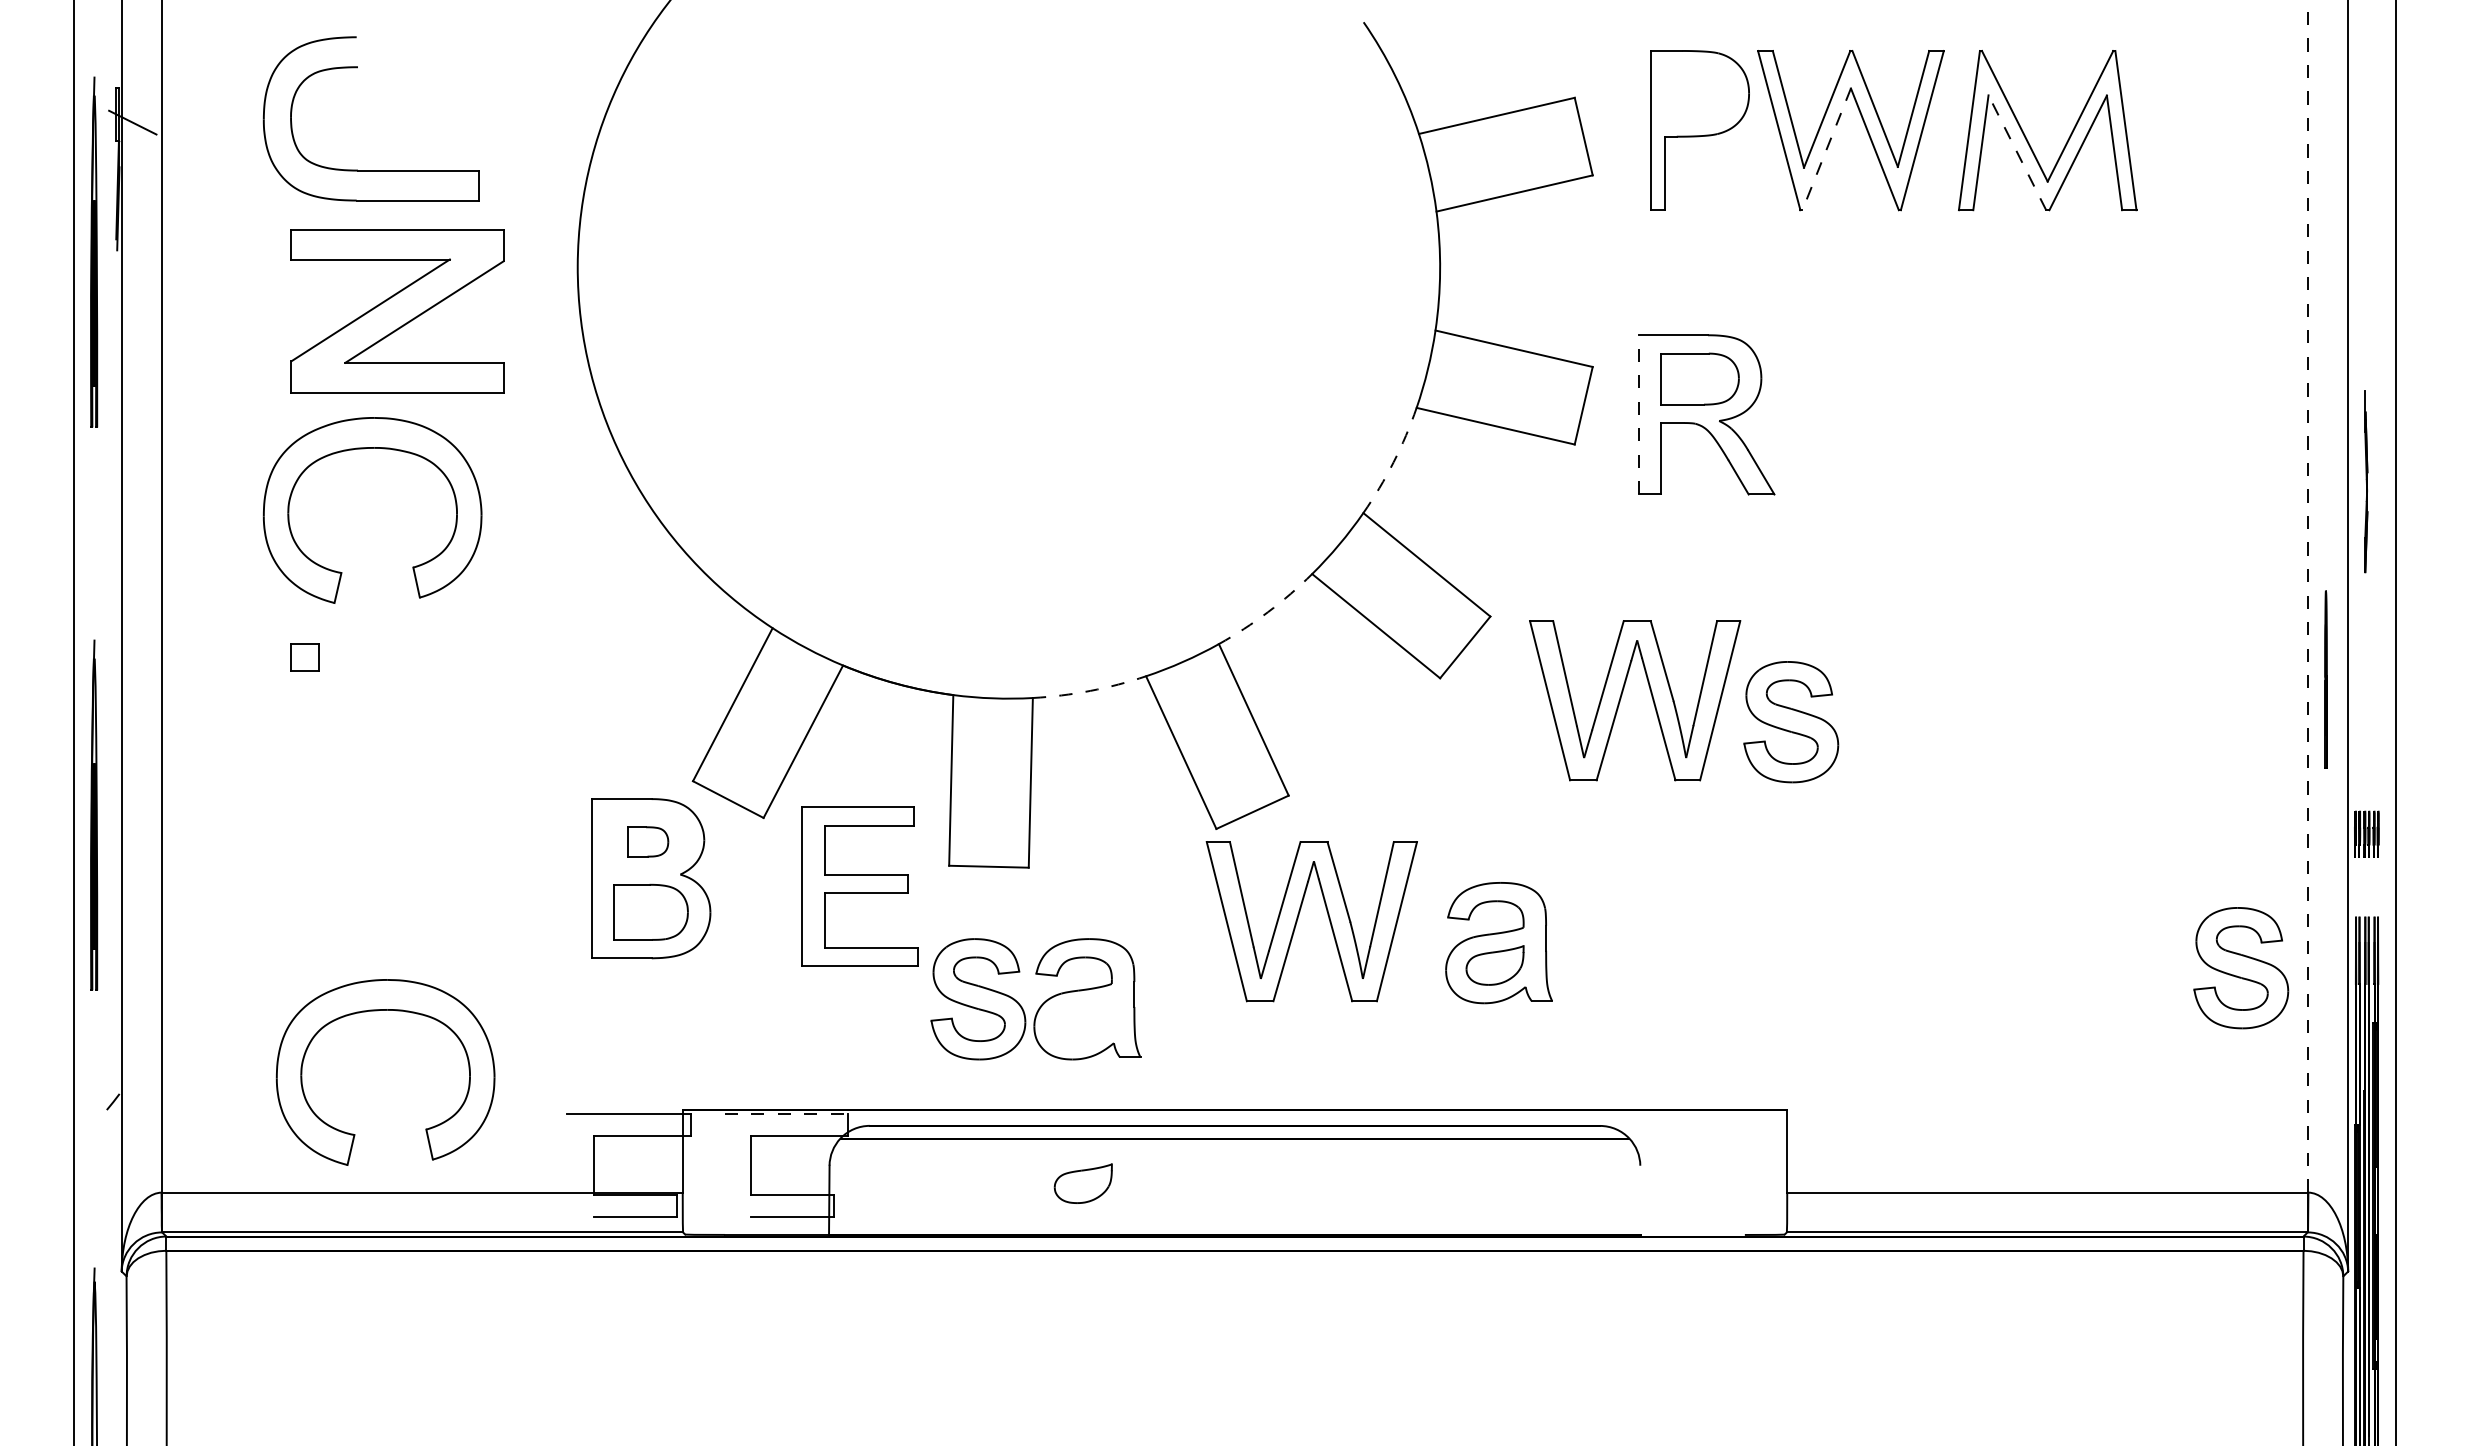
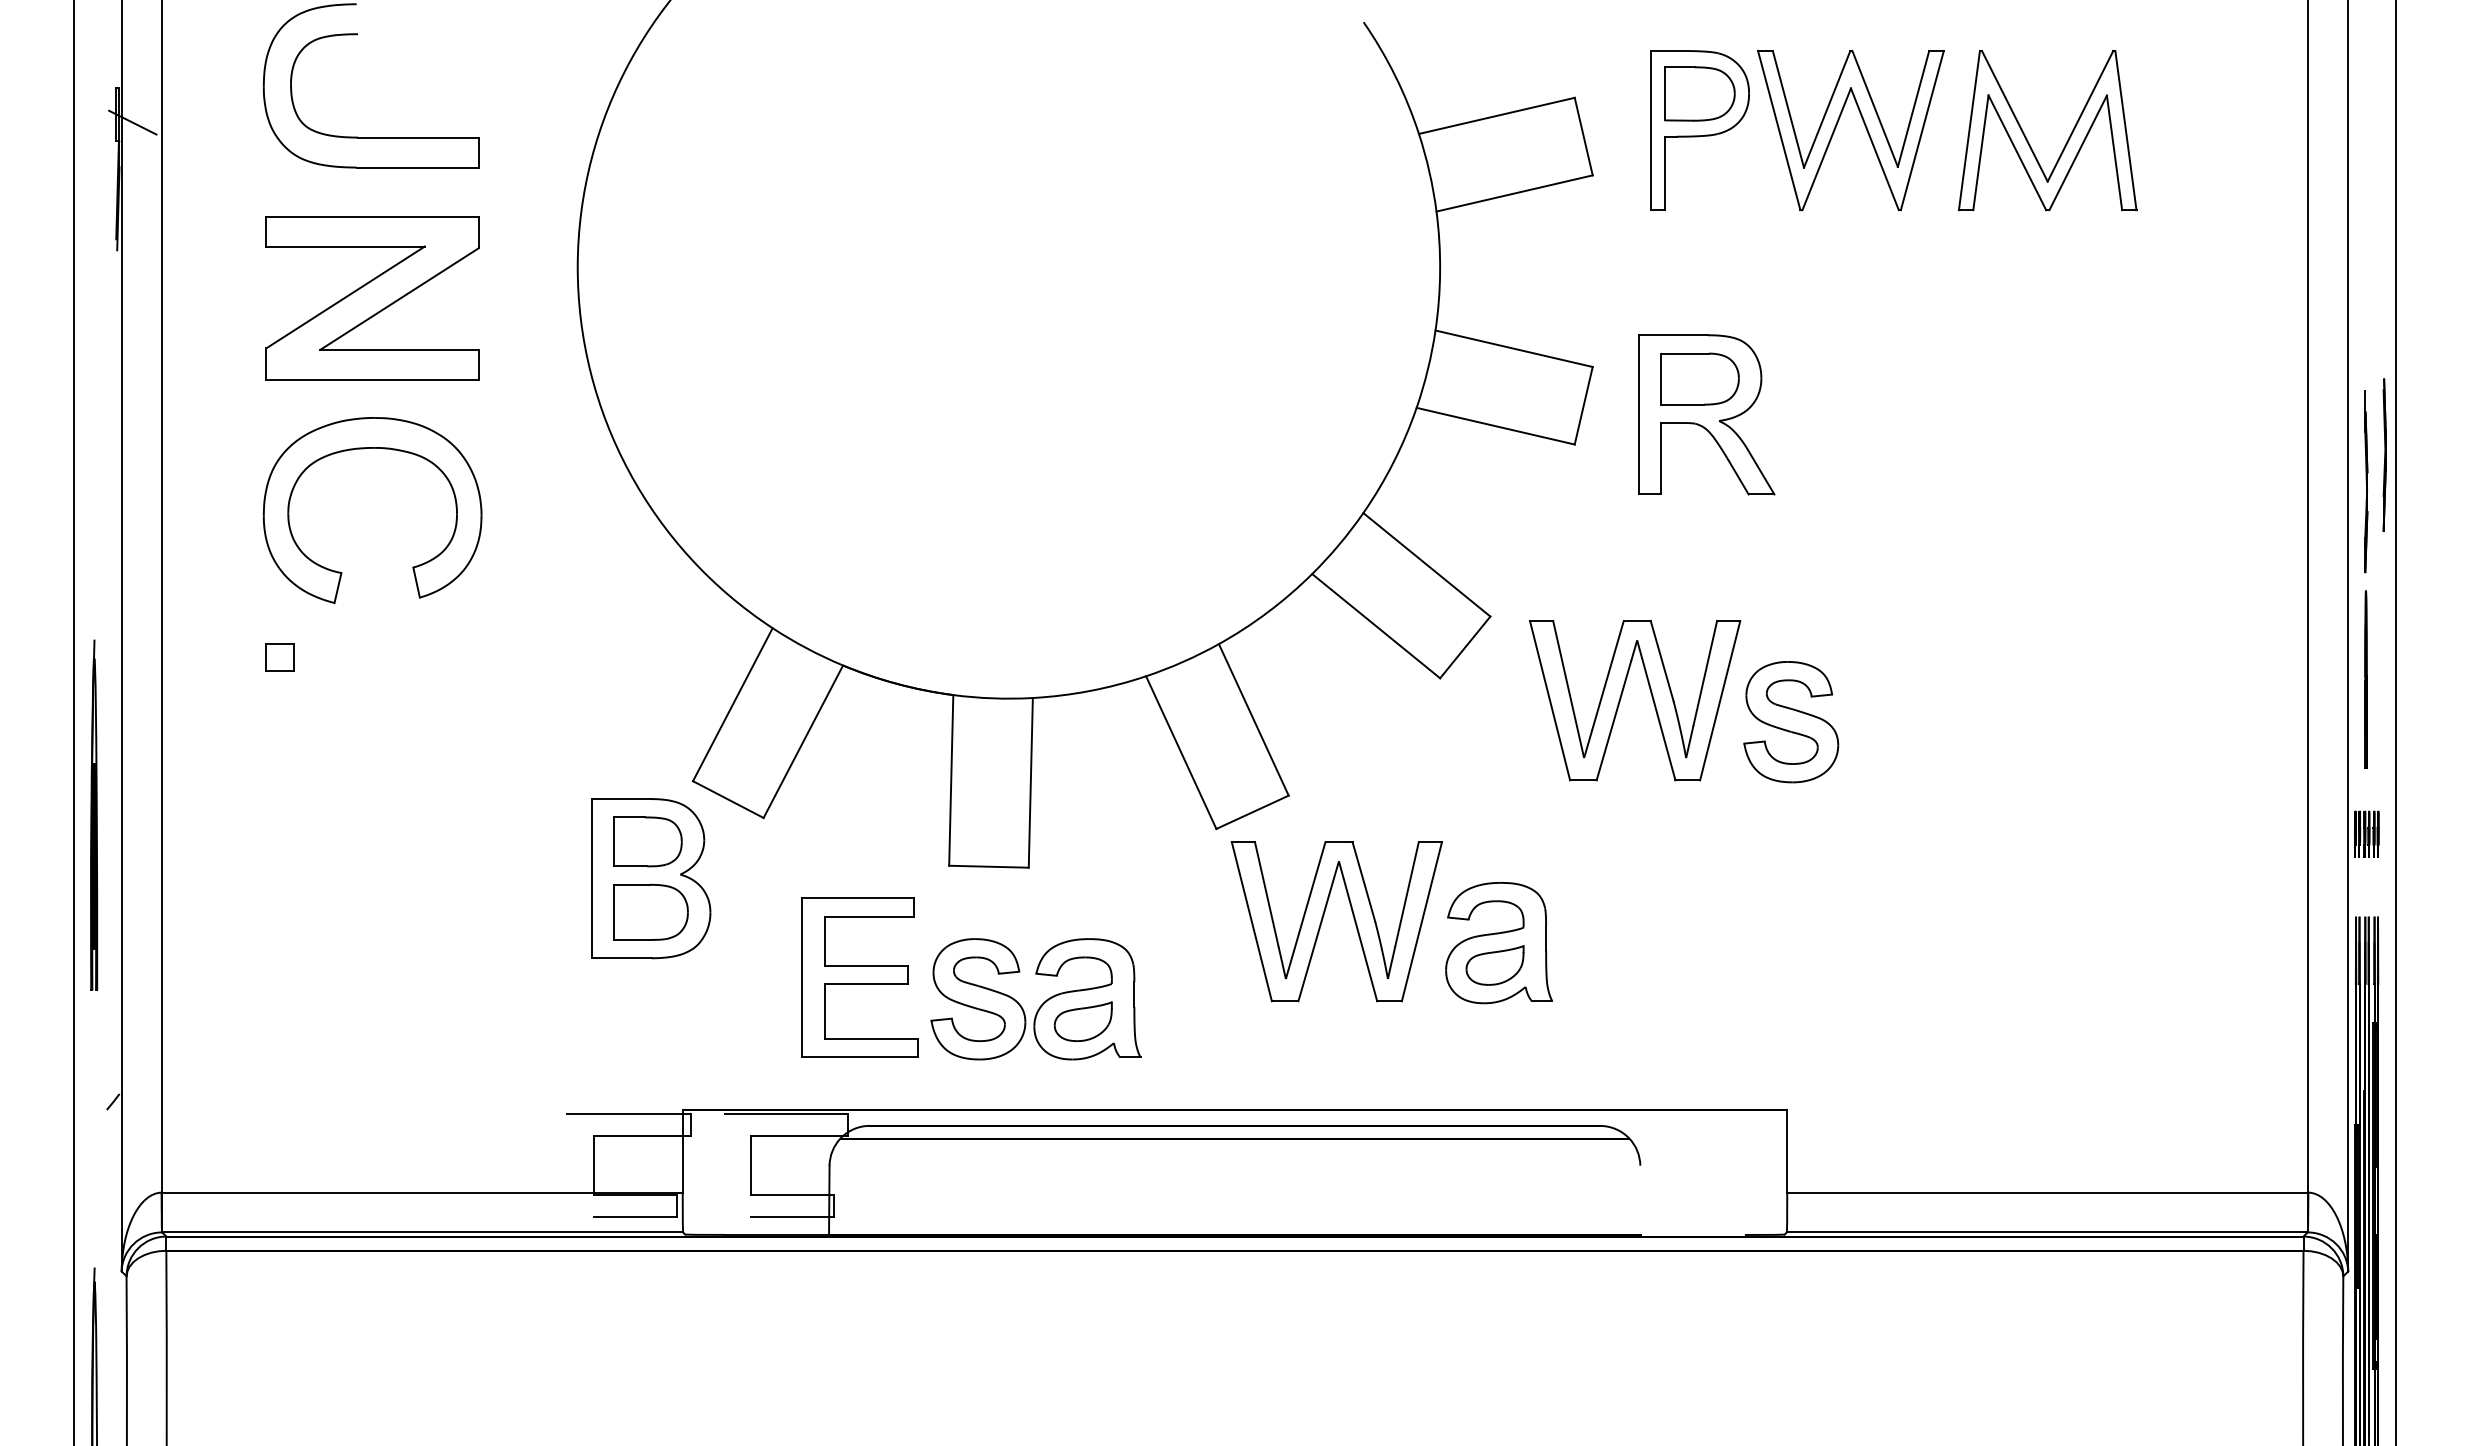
part at (357, 68) position: (357, 68) -> (357, 35)
part at (1699, 93): none -> present
line at (1826, 149): dashed -> solid
line at (2017, 152): dashed -> solid
part at (94, 251): present -> none
part at (397, 311) position: (397, 311) -> (372, 298)
line at (1638, 414): dashed -> solid
line at (2384, 454): none -> present
arc at (1393, 462): dashed -> solid
line at (2308, 596): dashed -> solid
arc at (1267, 612): dashed -> solid
part at (304, 657) position: (304, 657) -> (279, 657)
line at (2325, 679) position: (2325, 679) -> (2365, 679)
arc at (1090, 690): dashed -> solid
part at (648, 841) size: 43x32 px -> 70x52 px
part at (859, 886) position: (859, 886) -> (859, 977)
part at (1298, 918) position: (1298, 918) -> (1323, 918)
part at (2241, 968): present -> none
part at (377, 1011): present -> none
line at (786, 1114): dashed -> solid
part at (1082, 1183) position: (1082, 1183) -> (1082, 1021)
